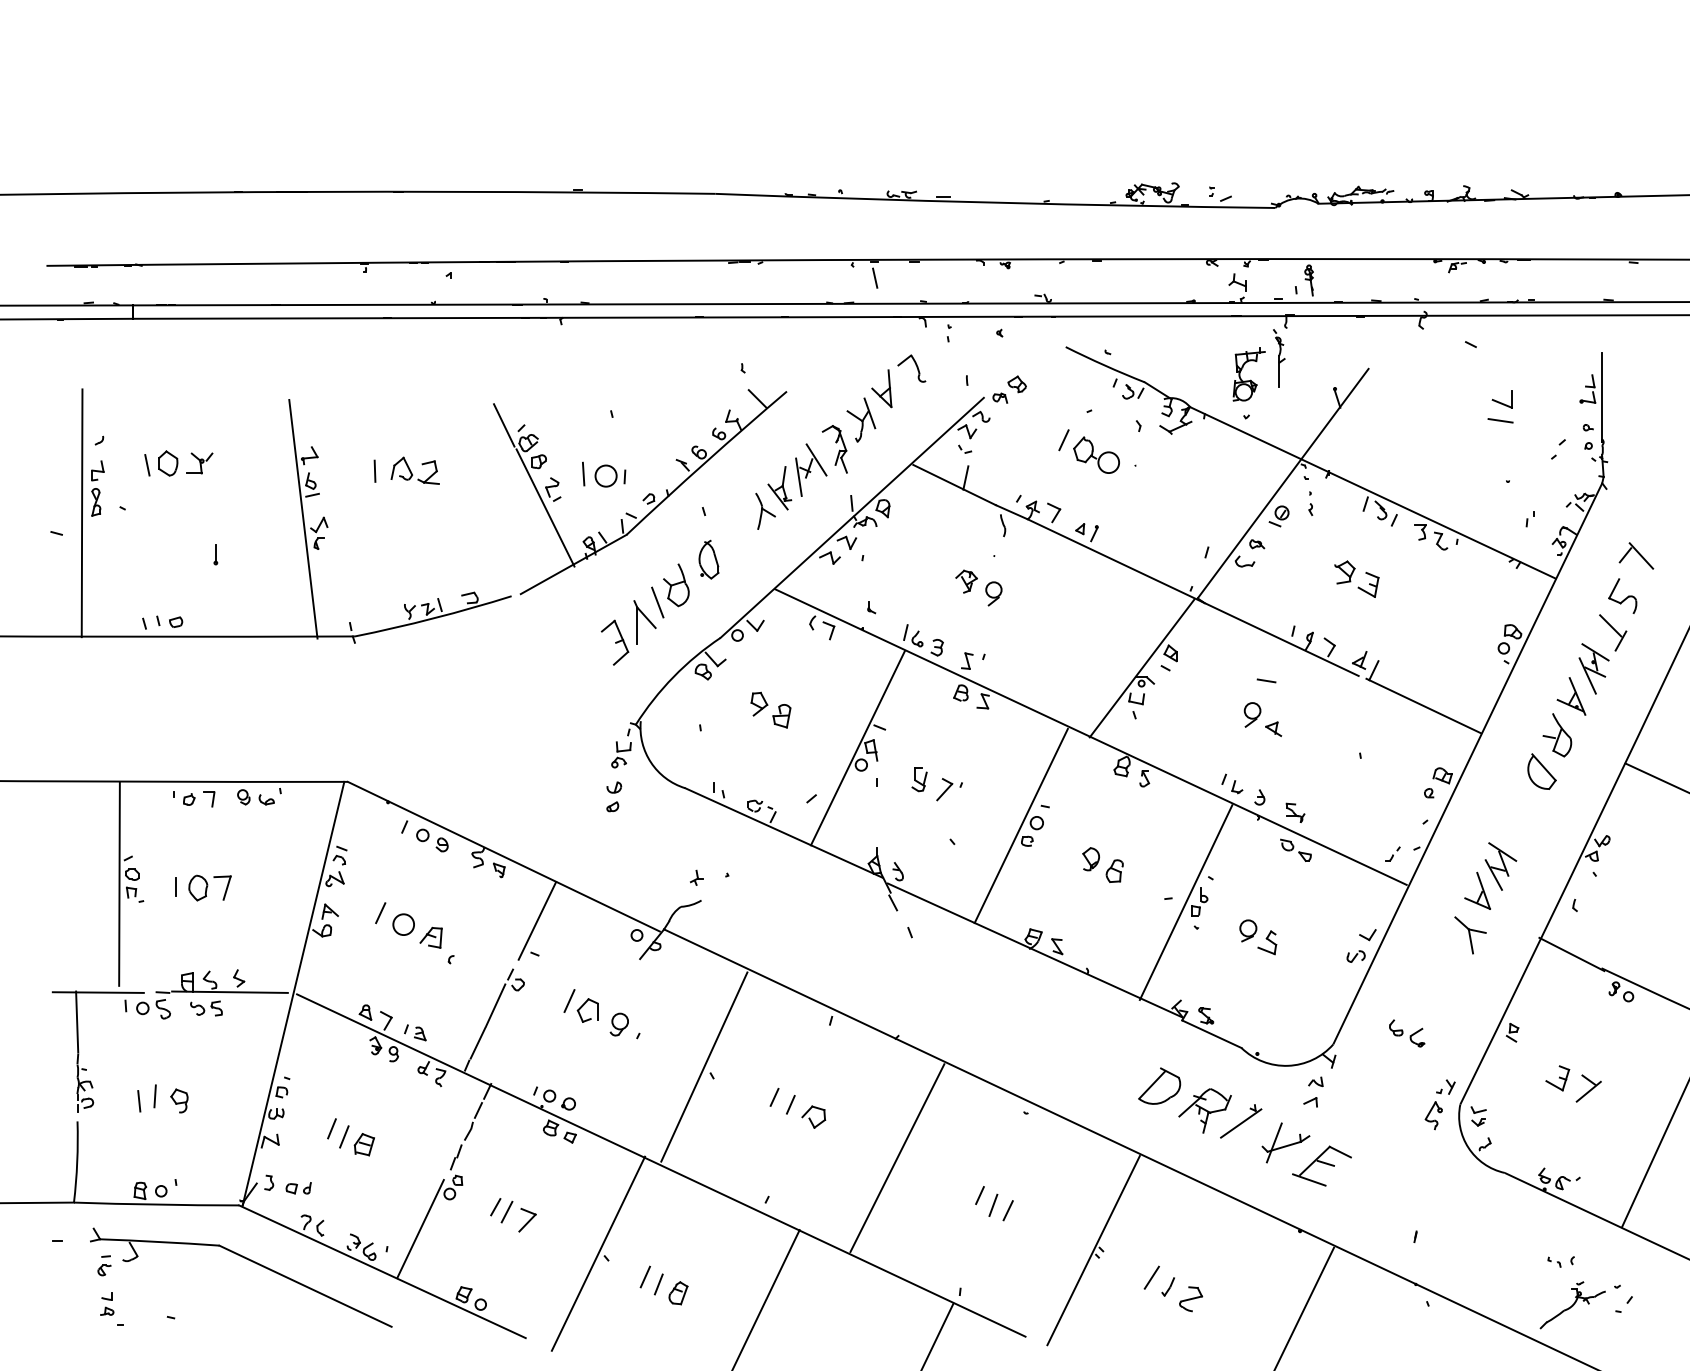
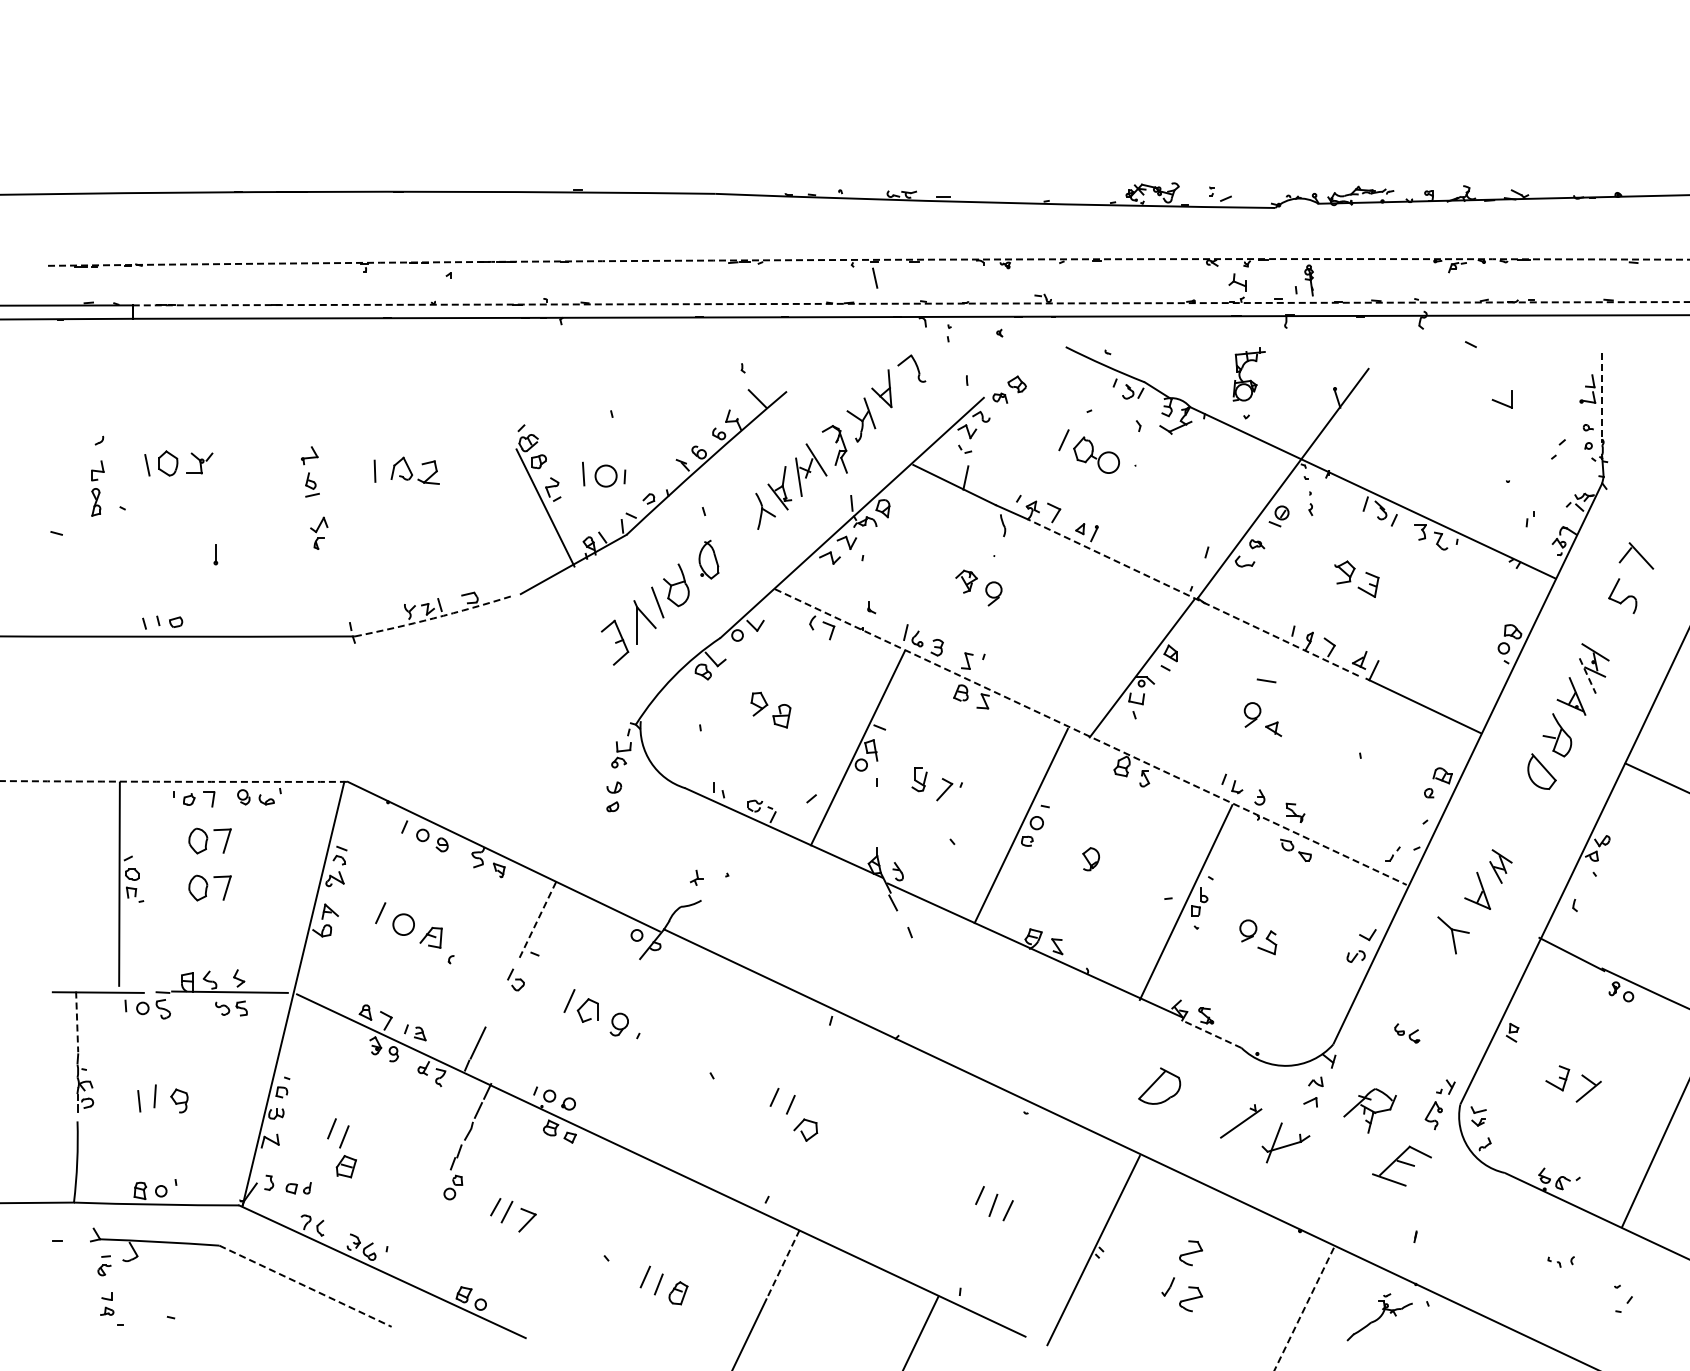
arc at (868, 259): solid -> dashed
line at (911, 303): solid -> dashed
part at (1279, 358): present -> none
line at (1602, 398): solid -> dashed
line at (1500, 420): present -> none
line at (503, 425): present -> none
line at (81, 513): present -> none
line at (303, 518): present -> none
line at (1192, 597): solid -> dashed
arc at (433, 618): solid -> dashed
part at (1613, 632): present -> none
line at (1587, 676): solid -> dashed
line at (1090, 737): solid -> dashed
arc at (174, 781): solid -> dashed
part at (209, 840): none -> present
part at (1500, 866) size: 34x49 px -> 24x35 px
part at (1114, 870): present -> none
line at (175, 886): present -> none
line at (537, 921): solid -> dashed
part at (1470, 935) position: (1470, 935) -> (1453, 935)
line at (495, 1005): present -> none
part at (206, 1008) position: (206, 1008) -> (231, 1008)
line at (77, 1022): solid -> dashed
part at (1407, 1033) size: 37x29 px -> 27x21 px
line at (1211, 1034): solid -> dashed
line at (704, 1066): present -> none
part at (1204, 1110) position: (1204, 1110) -> (1369, 1110)
part at (813, 1116) position: (813, 1116) -> (805, 1129)
part at (363, 1144) position: (363, 1144) -> (345, 1166)
line at (897, 1158): present -> none
part at (1321, 1165) position: (1321, 1165) -> (1401, 1165)
line at (420, 1228): present -> none
line at (598, 1253): present -> none
part at (1191, 1253): none -> present
line at (783, 1264): solid -> dashed
line at (1151, 1277): present -> none
line at (305, 1286): solid -> dashed
part at (1572, 1305) position: (1572, 1305) -> (1379, 1317)
line at (1303, 1309): solid -> dashed
line at (937, 1335) position: (937, 1335) -> (921, 1331)
